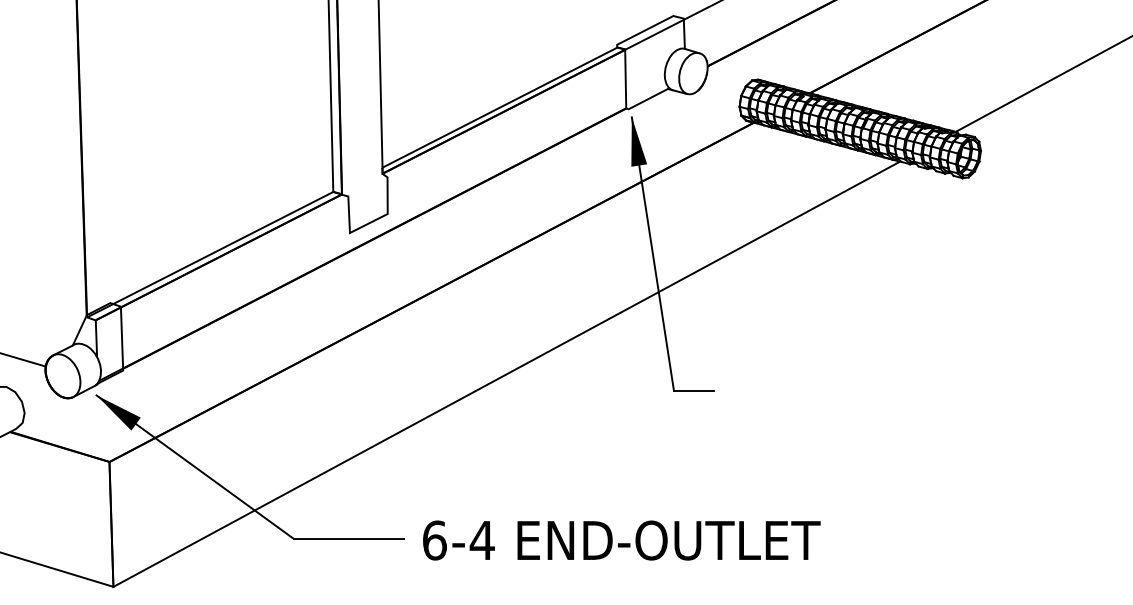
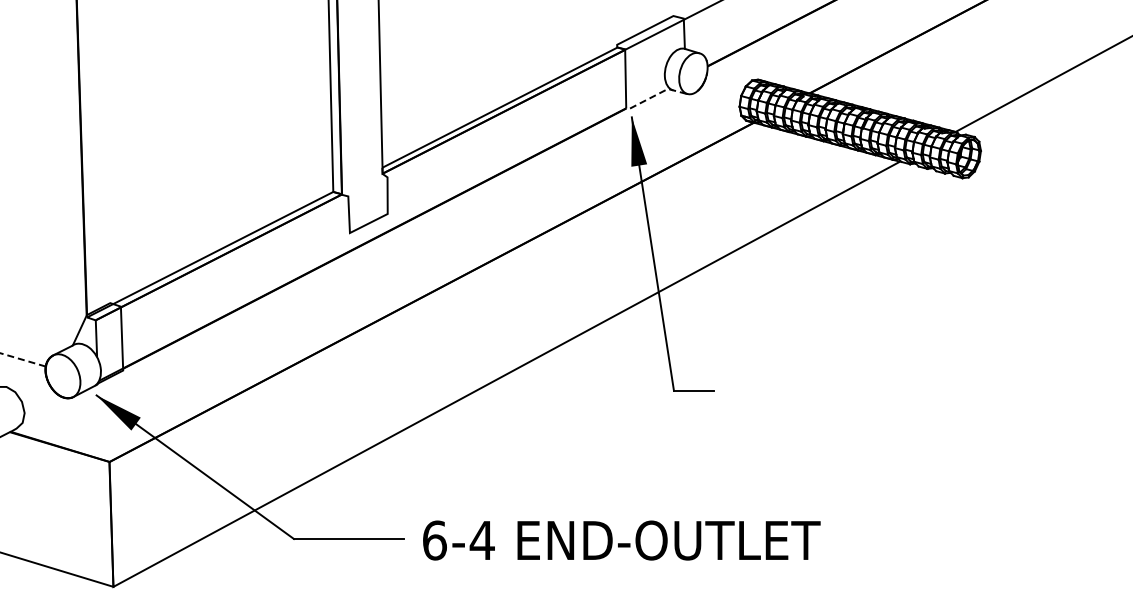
line at (655, 95): solid -> dashed
line at (22, 359): solid -> dashed
